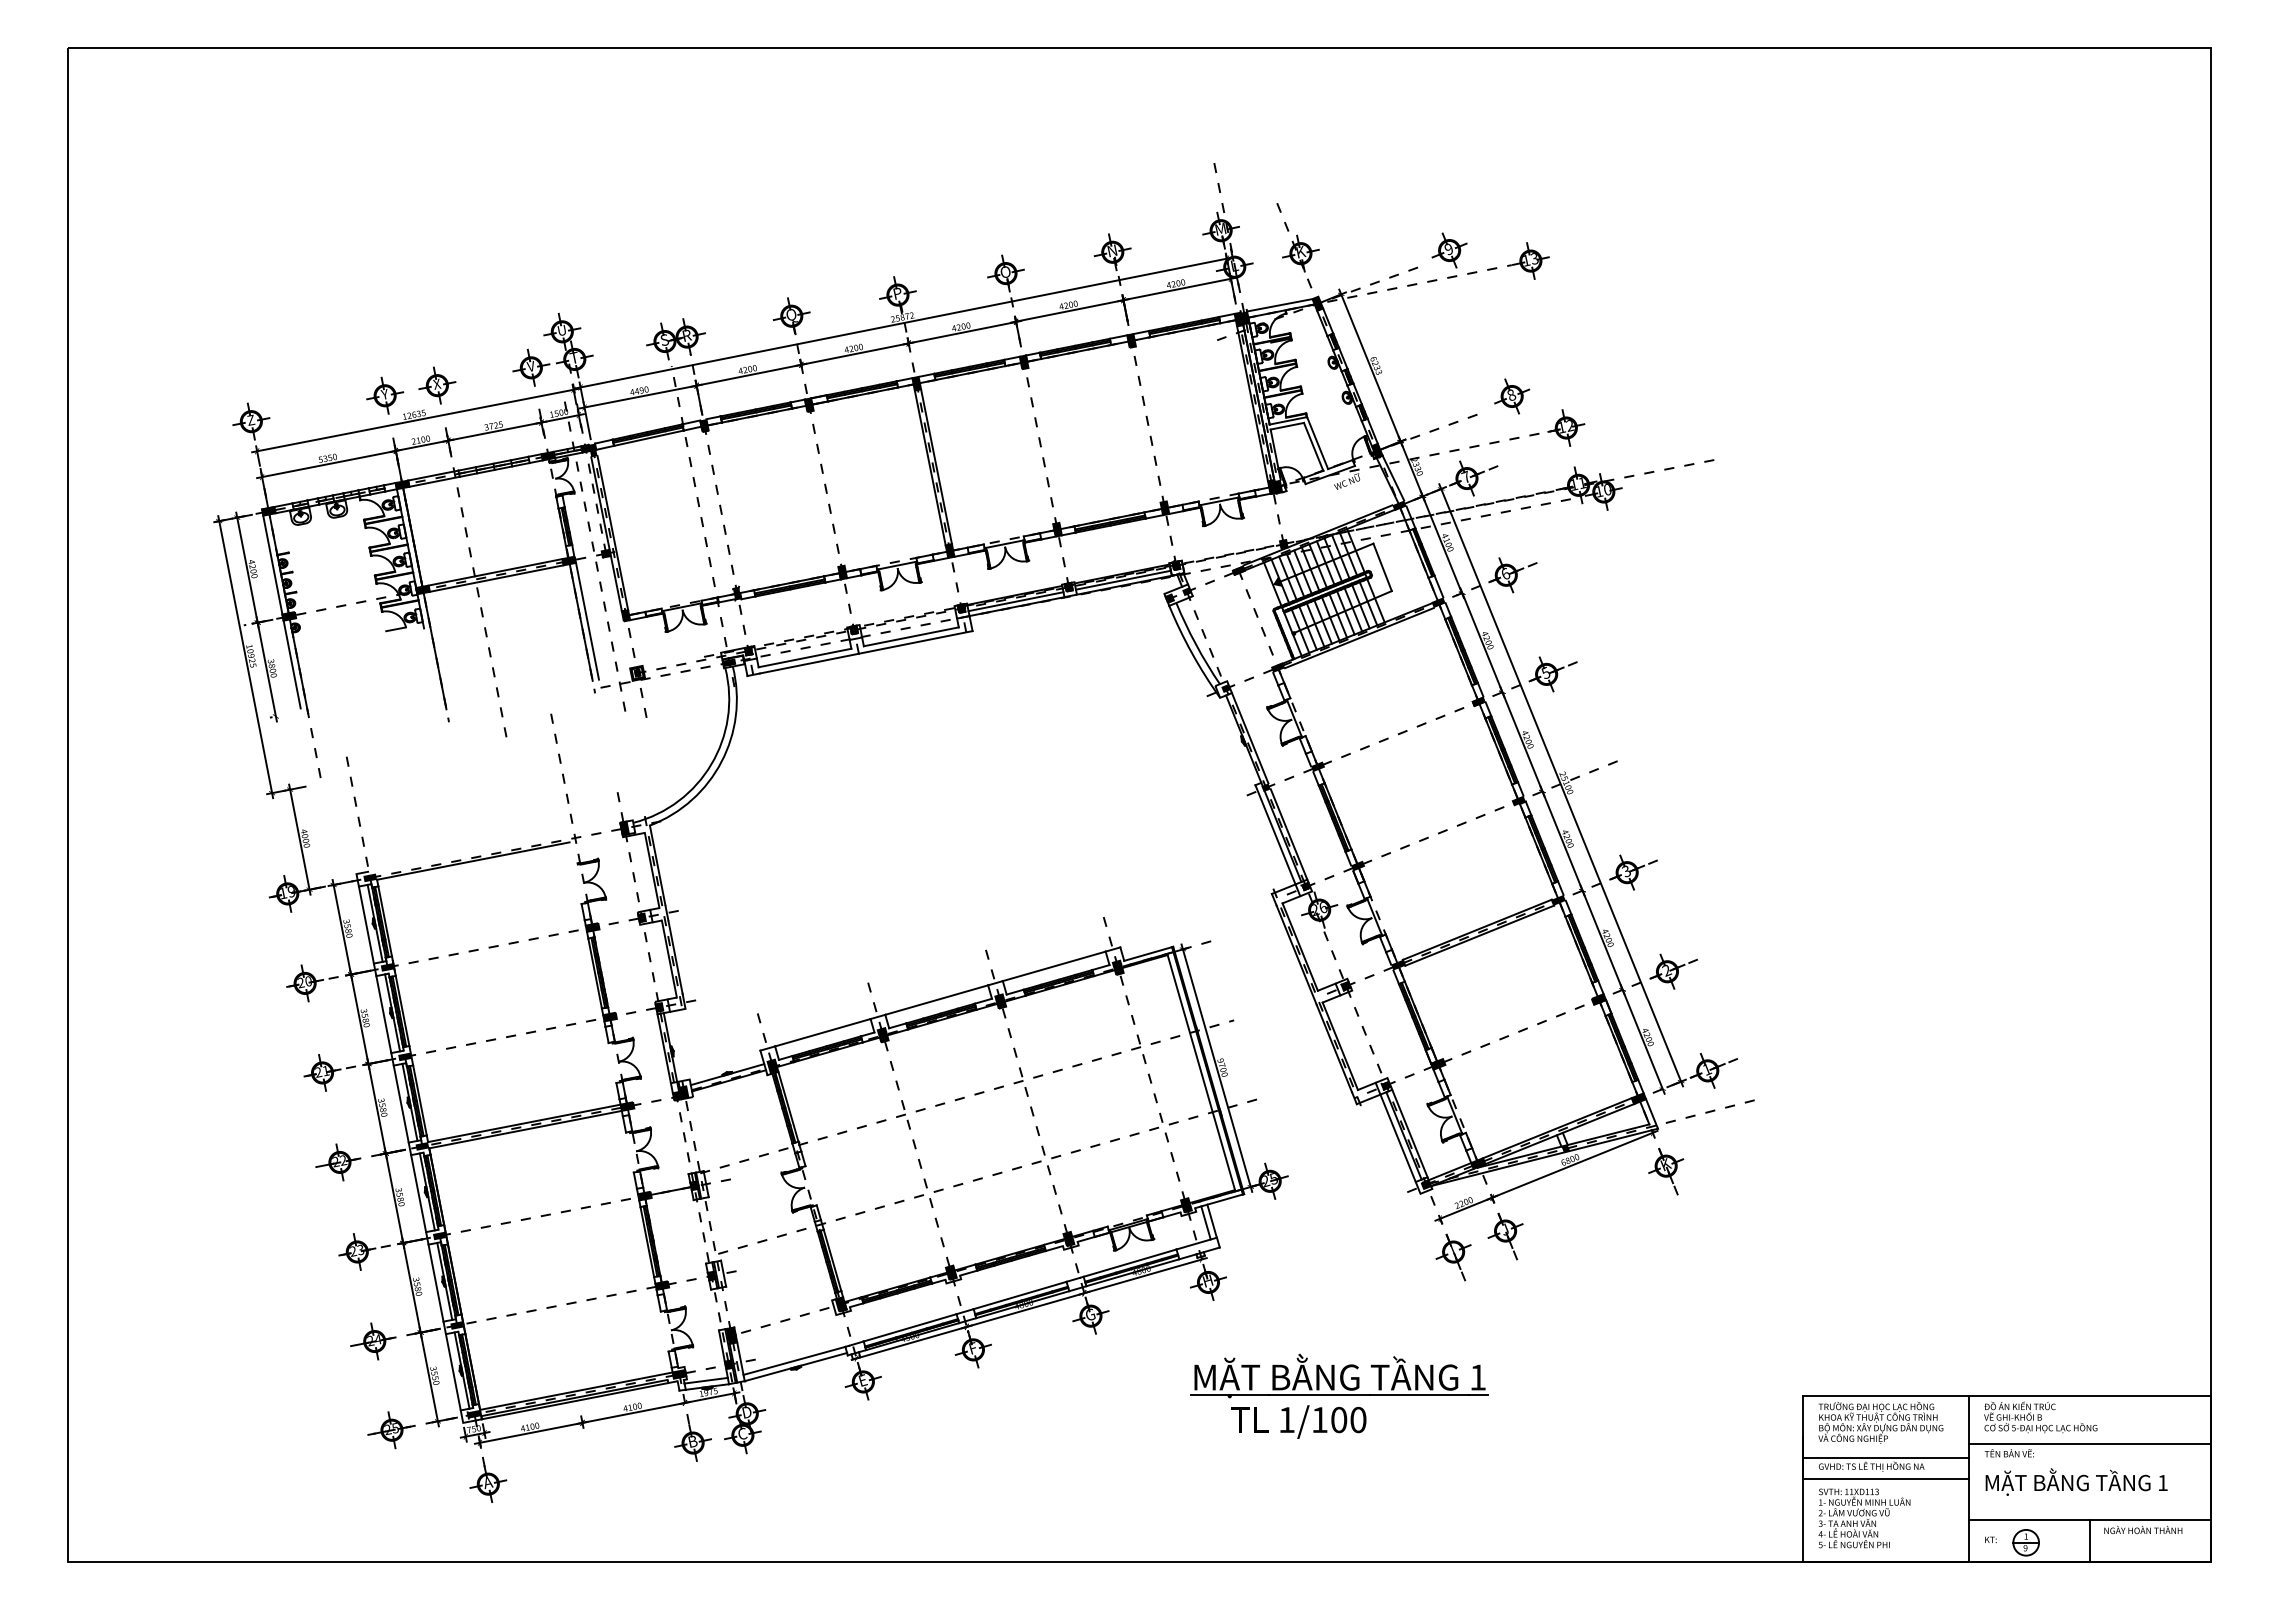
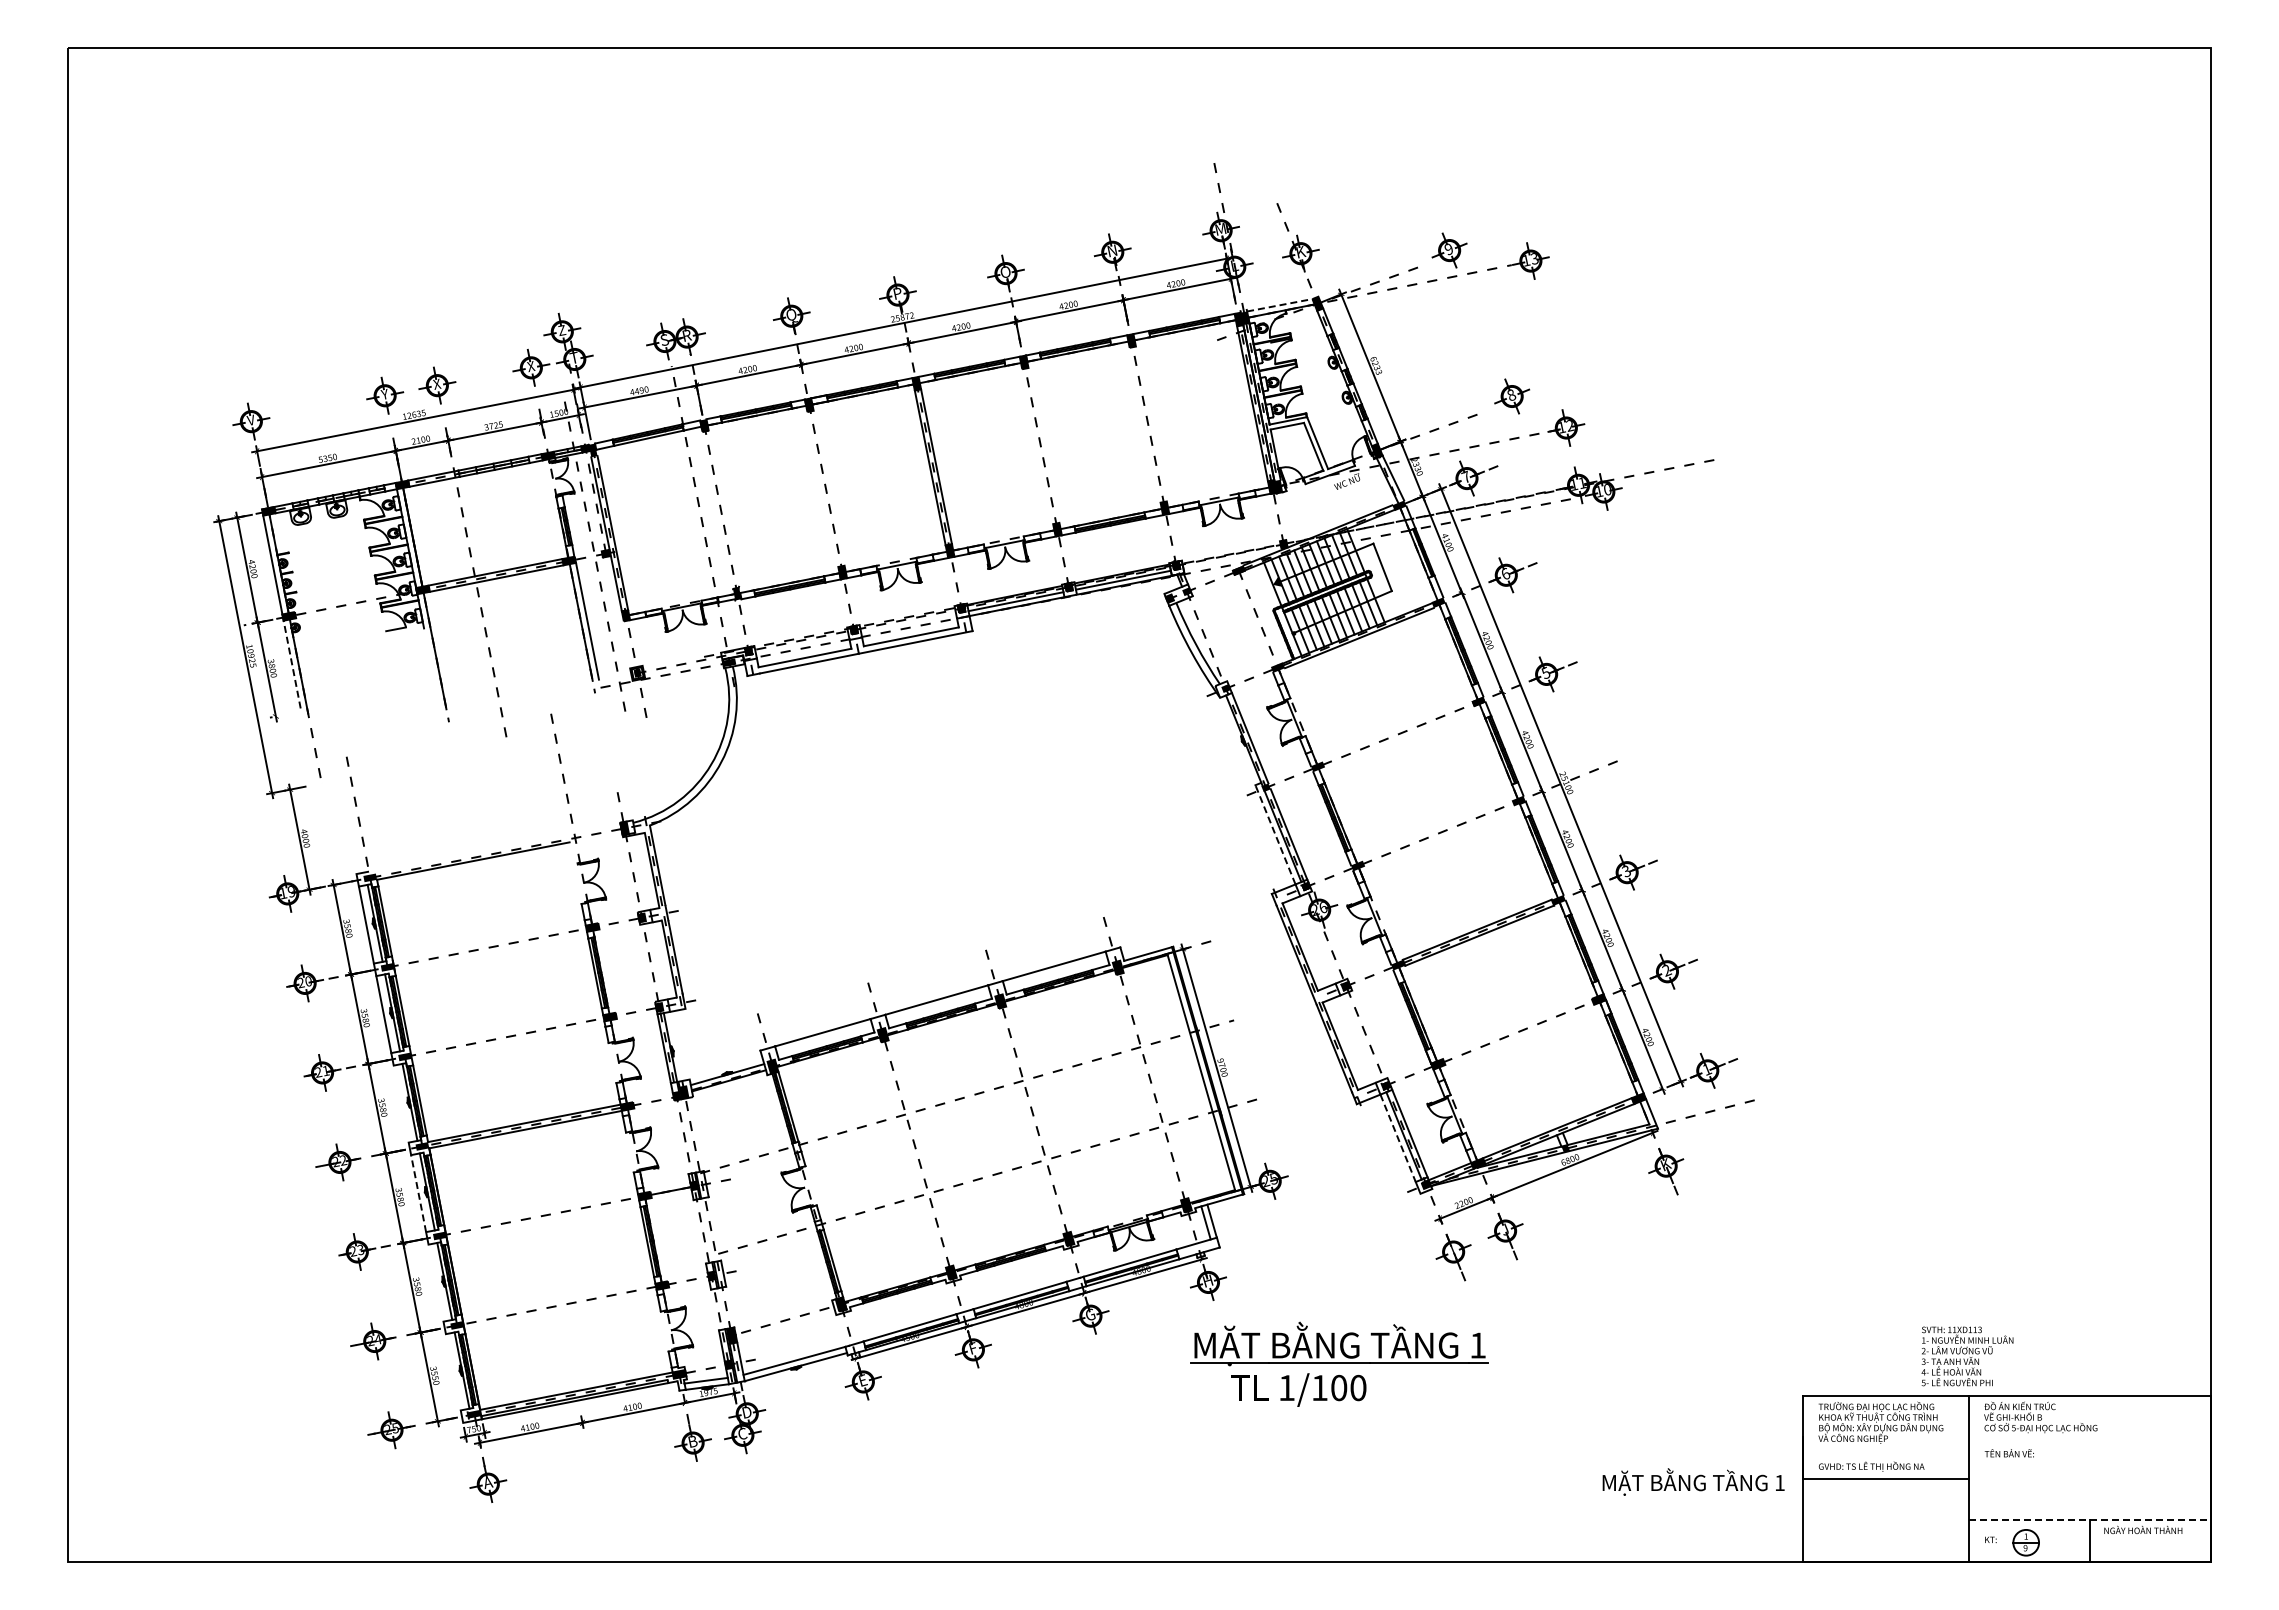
line at (1280, 305): solid -> dashed
text at (561, 330): U -> Z
text at (530, 366): V -> X
text at (250, 419): Z -> V
line at (292, 664): solid -> dashed
line at (1275, 834): solid -> dashed
line at (400, 1103): present -> none
line at (1398, 1138): solid -> dashed
line at (418, 1193): solid -> dashed
line at (435, 1282): present -> none
line at (452, 1372): present -> none
part at (1339, 1395) position: (1339, 1395) -> (1339, 1363)
line at (2089, 1443): present -> none
line at (1886, 1458): present -> none
text at (2076, 1481) position: (2076, 1481) -> (1693, 1481)
text at (1864, 1518) position: (1864, 1518) -> (1967, 1356)
line at (2089, 1520): solid -> dashed
